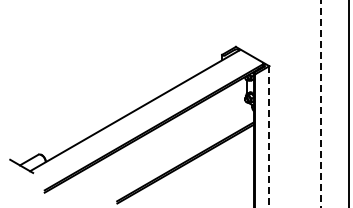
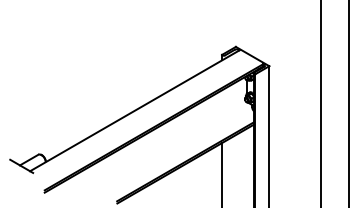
line at (320, 103): dashed -> solid
line at (269, 137): dashed -> solid
line at (222, 173): none -> present
